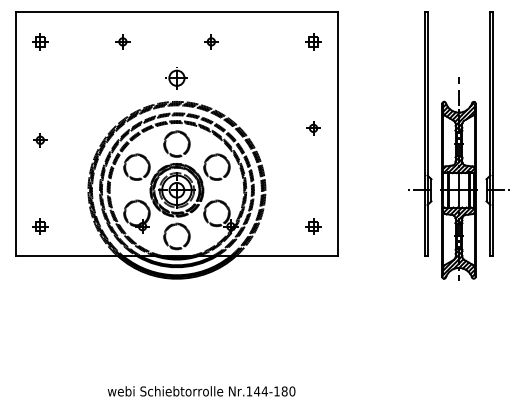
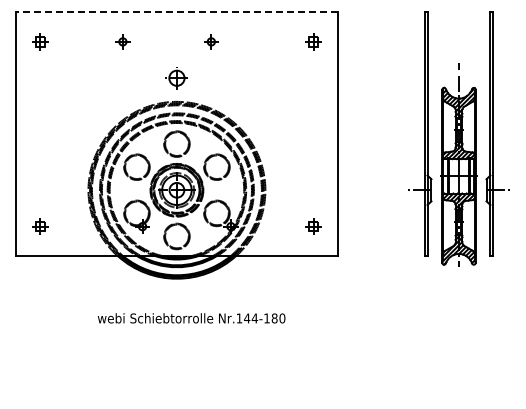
line at (176, 12): solid -> dashed
part at (313, 128): present -> none
part at (40, 140): present -> none
part at (458, 178) position: (458, 178) -> (458, 164)
text at (201, 391) position: (201, 391) -> (191, 318)
